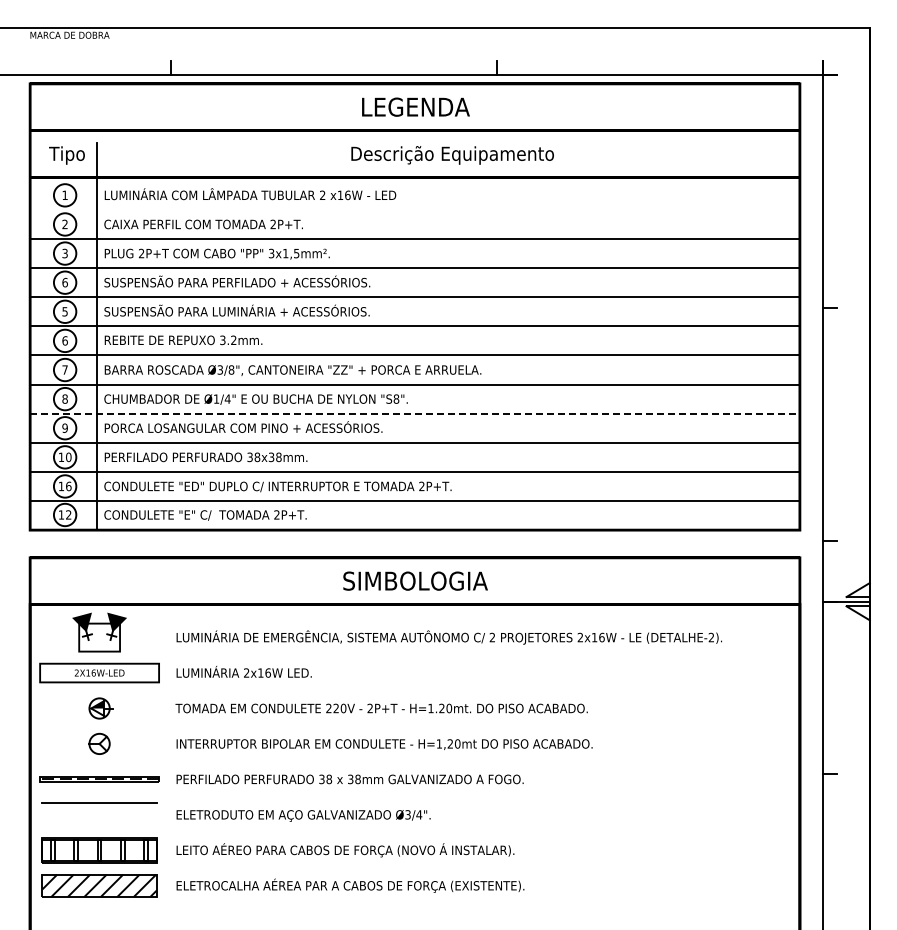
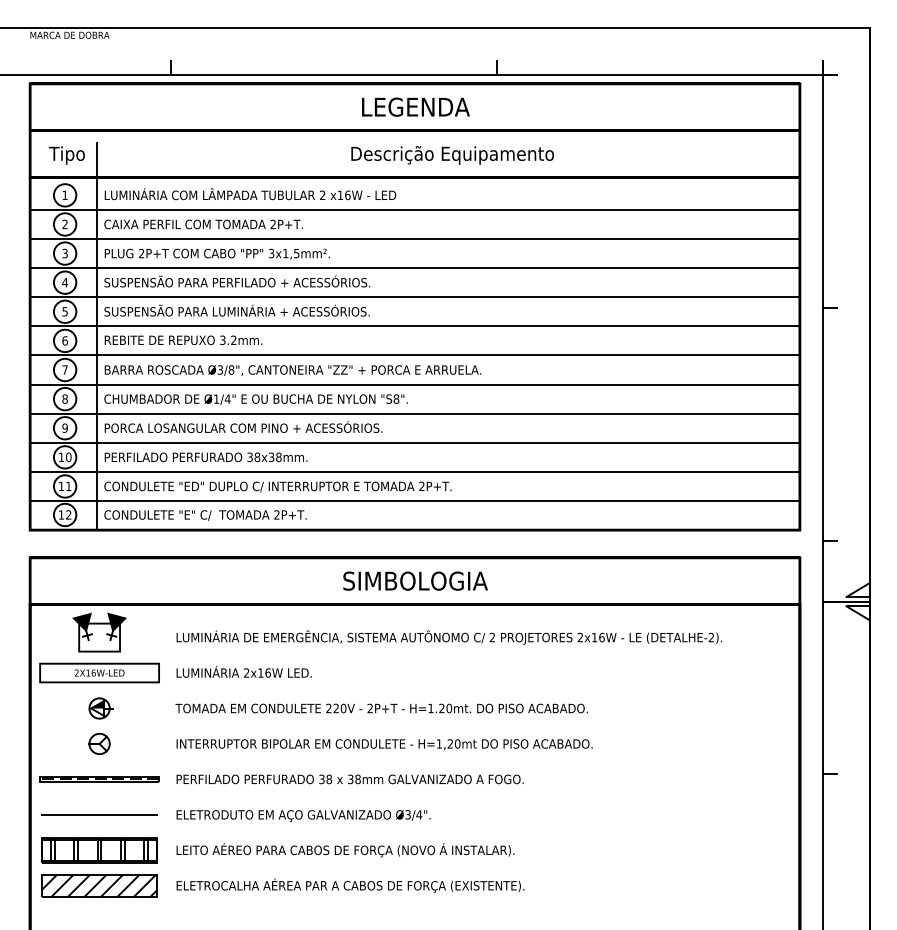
line at (414, 209): none -> present
text at (65, 282): 6 -> 4
line at (415, 413): dashed -> solid
text at (68, 486): 16 -> 11
line at (99, 802) position: (99, 802) -> (99, 814)
